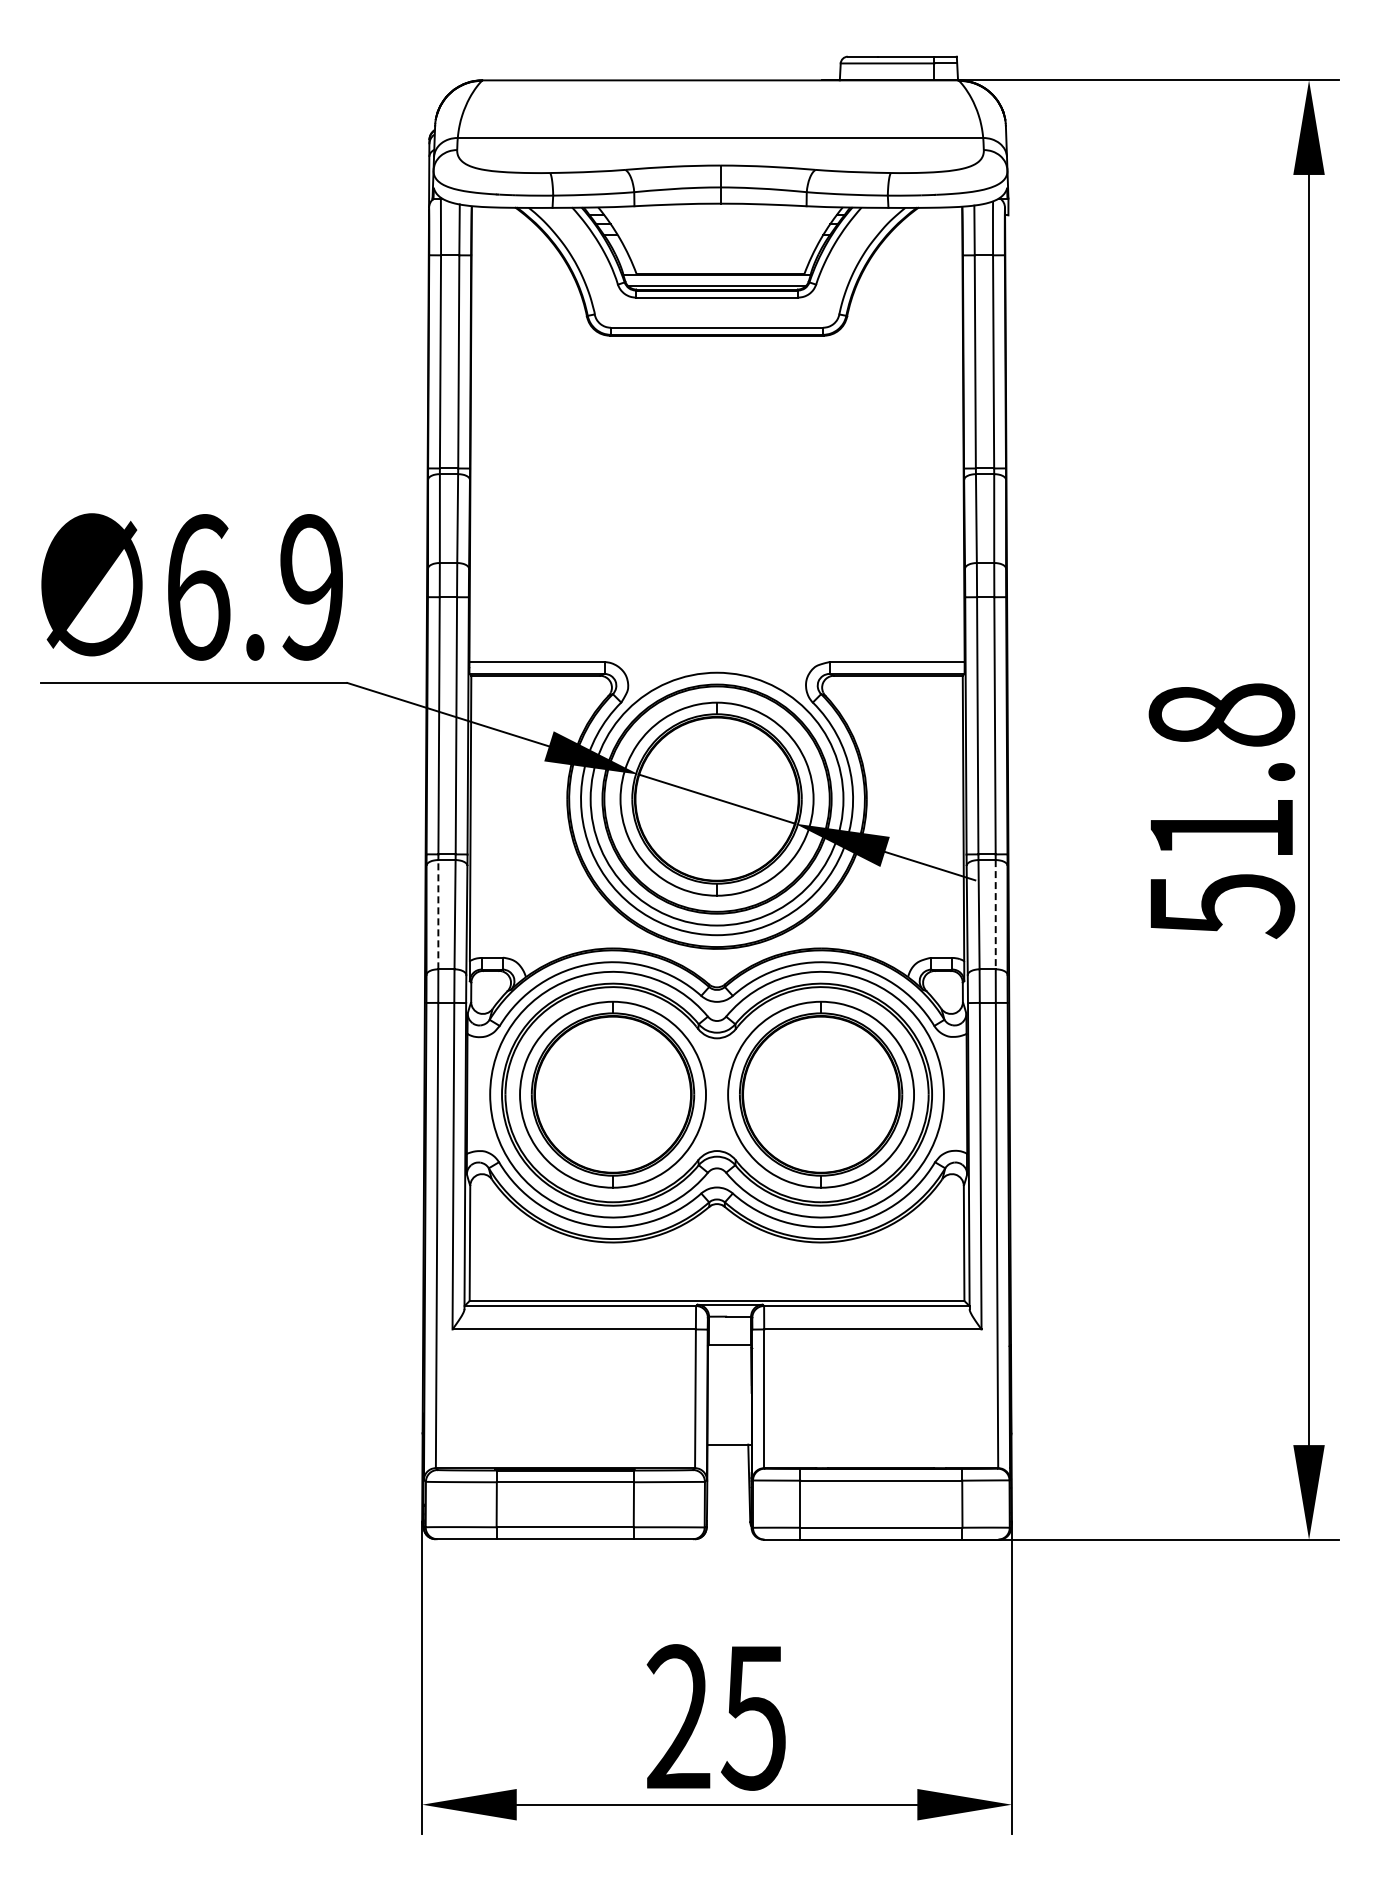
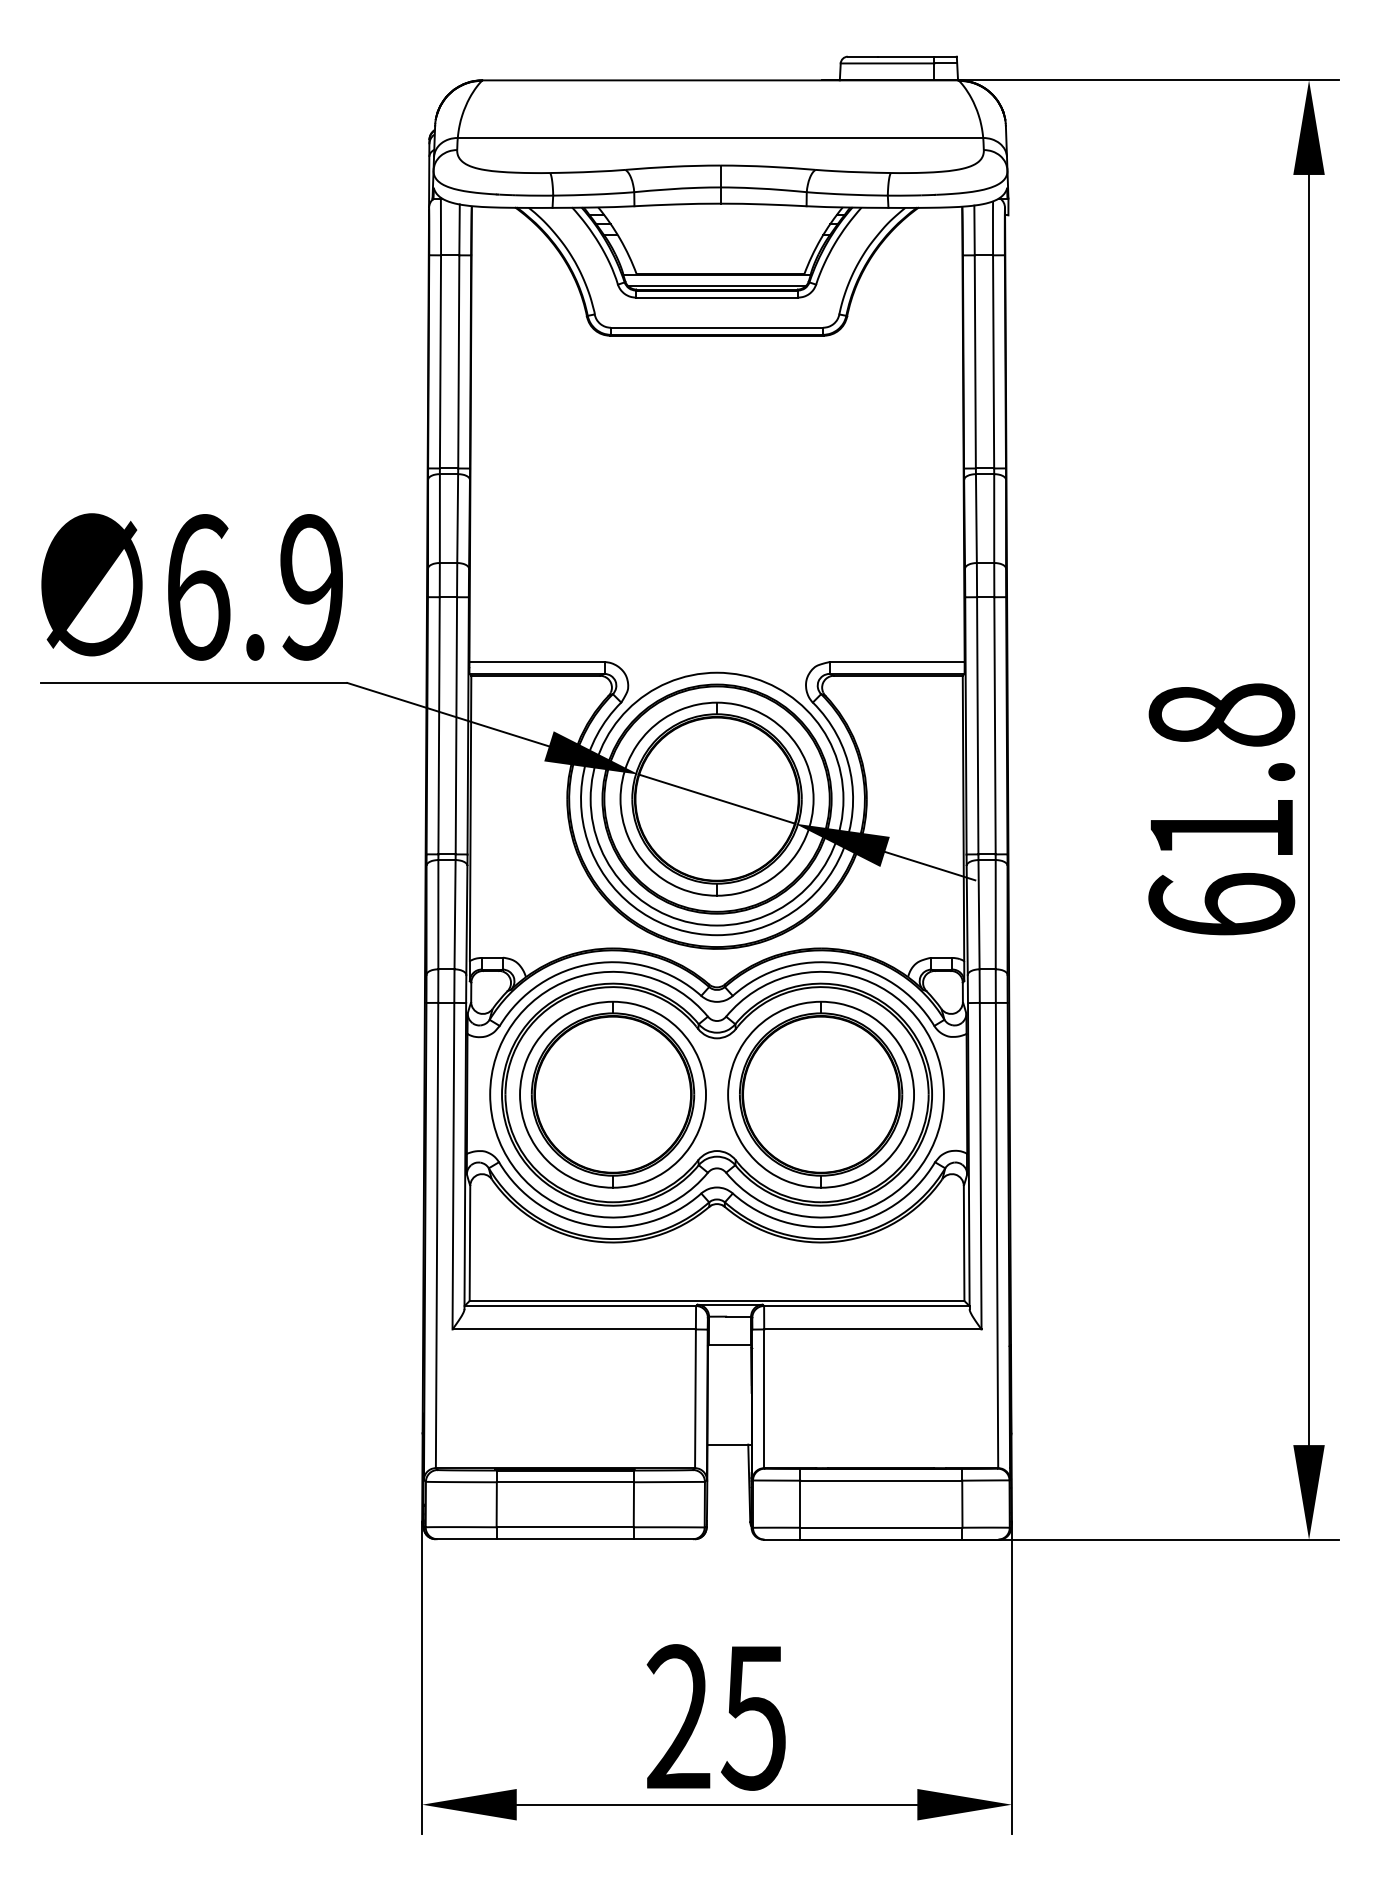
text at (1221, 906): 51.8 -> 61.8
line at (438, 914): dashed -> solid
line at (995, 914): dashed -> solid
